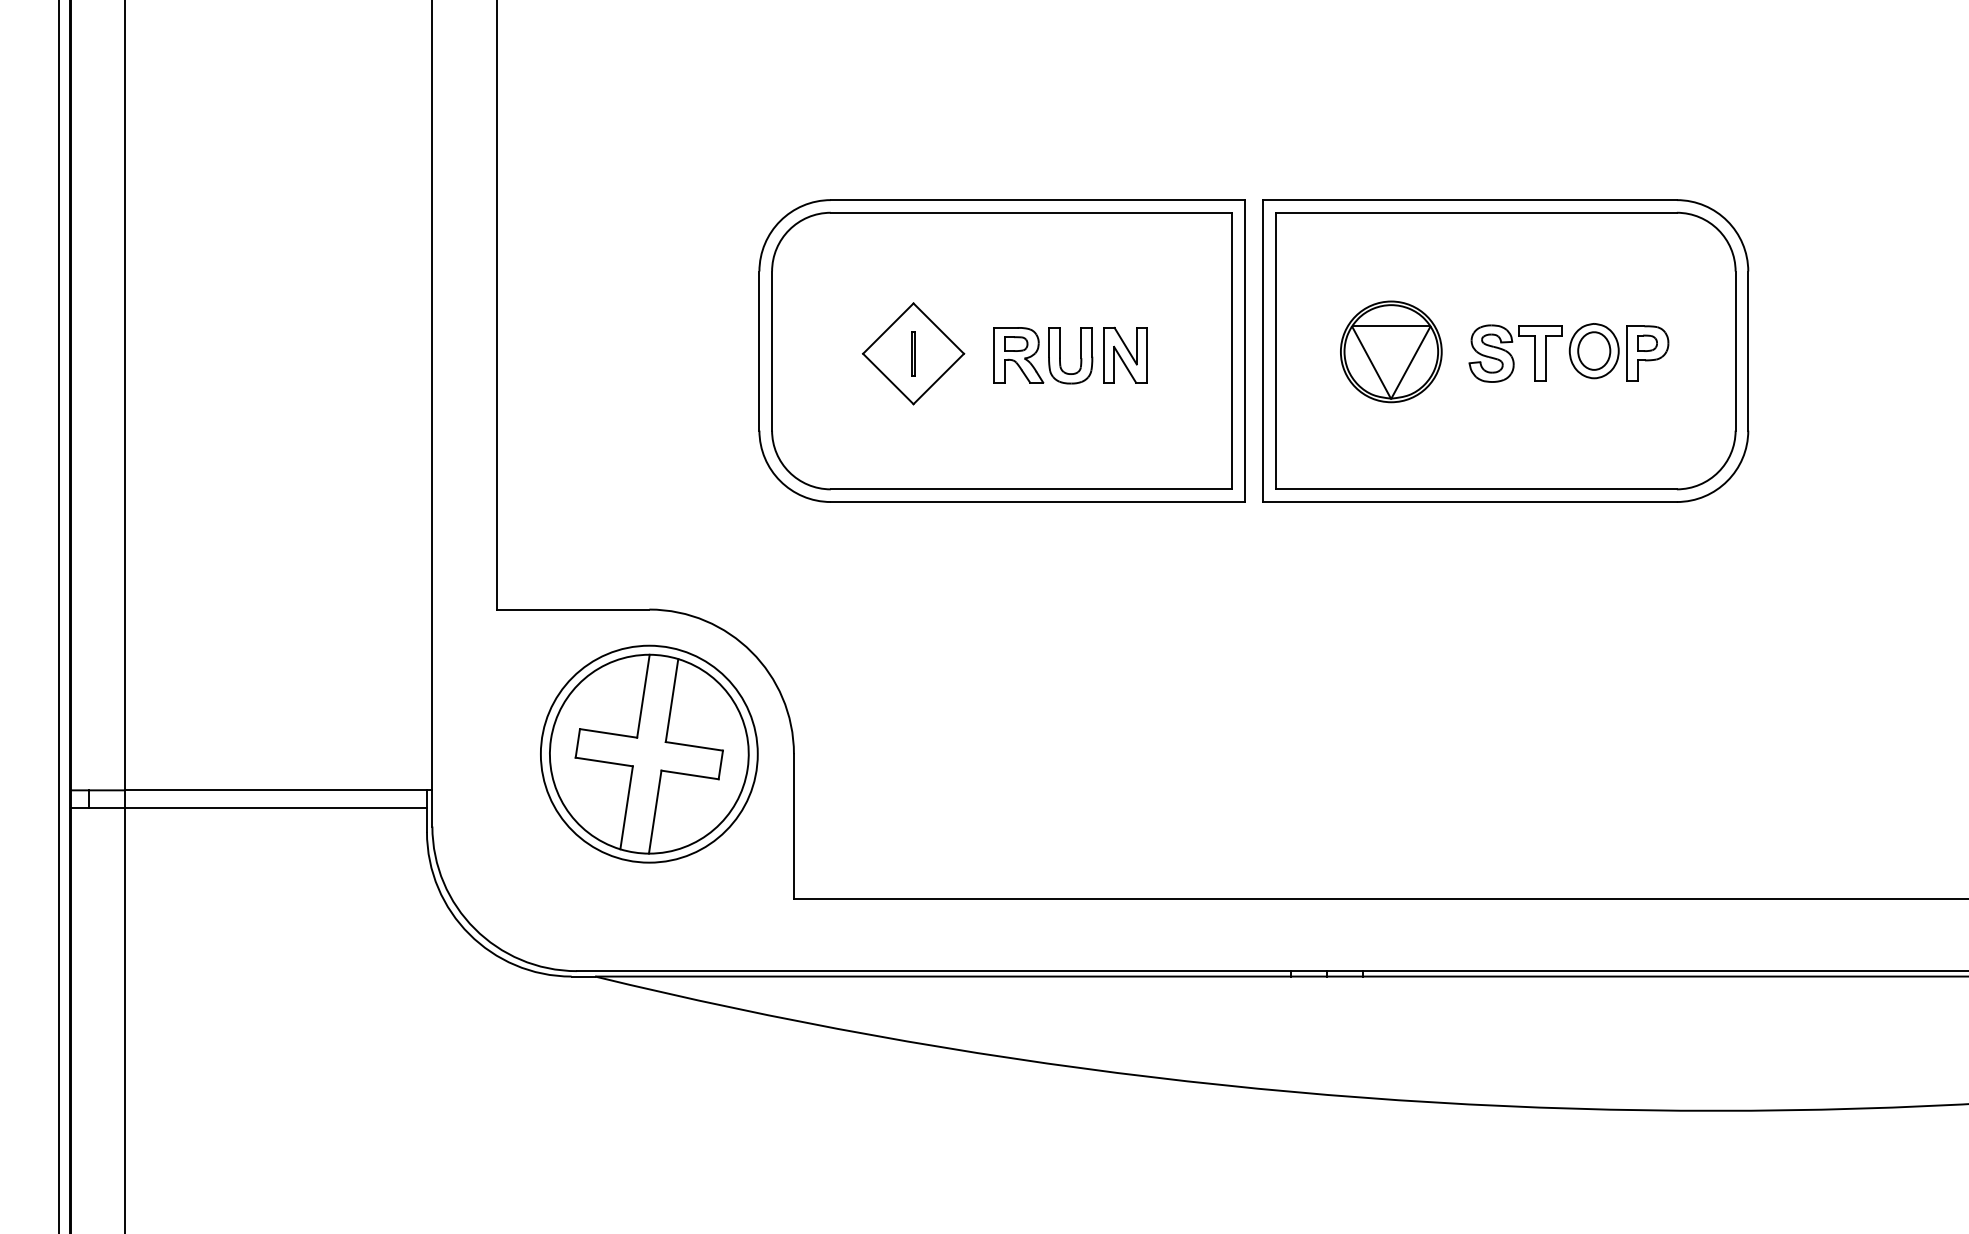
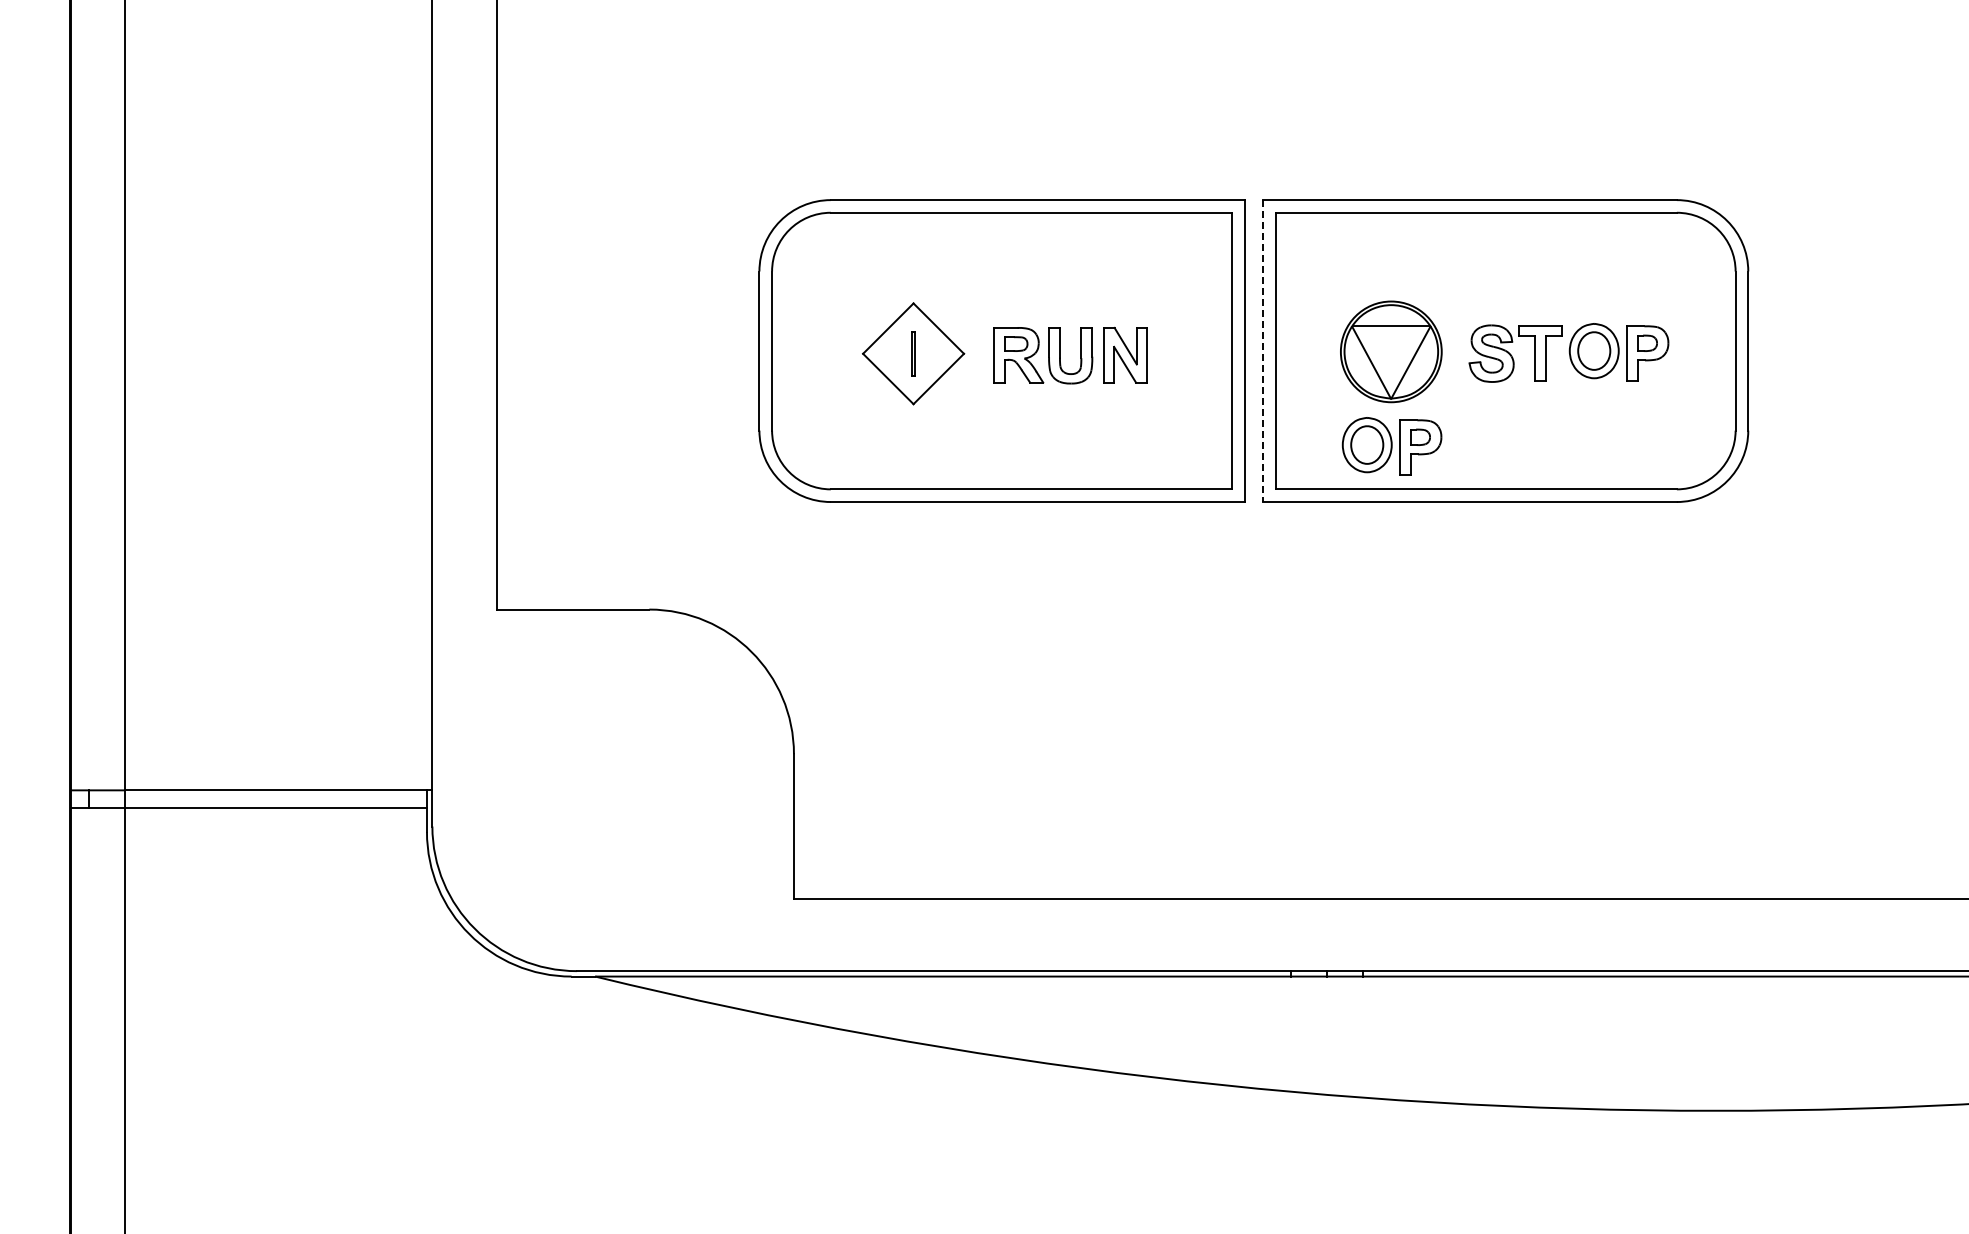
line at (1262, 351): solid -> dashed
part at (1391, 446): none -> present
line at (59, 616): present -> none
part at (649, 753): present -> none
